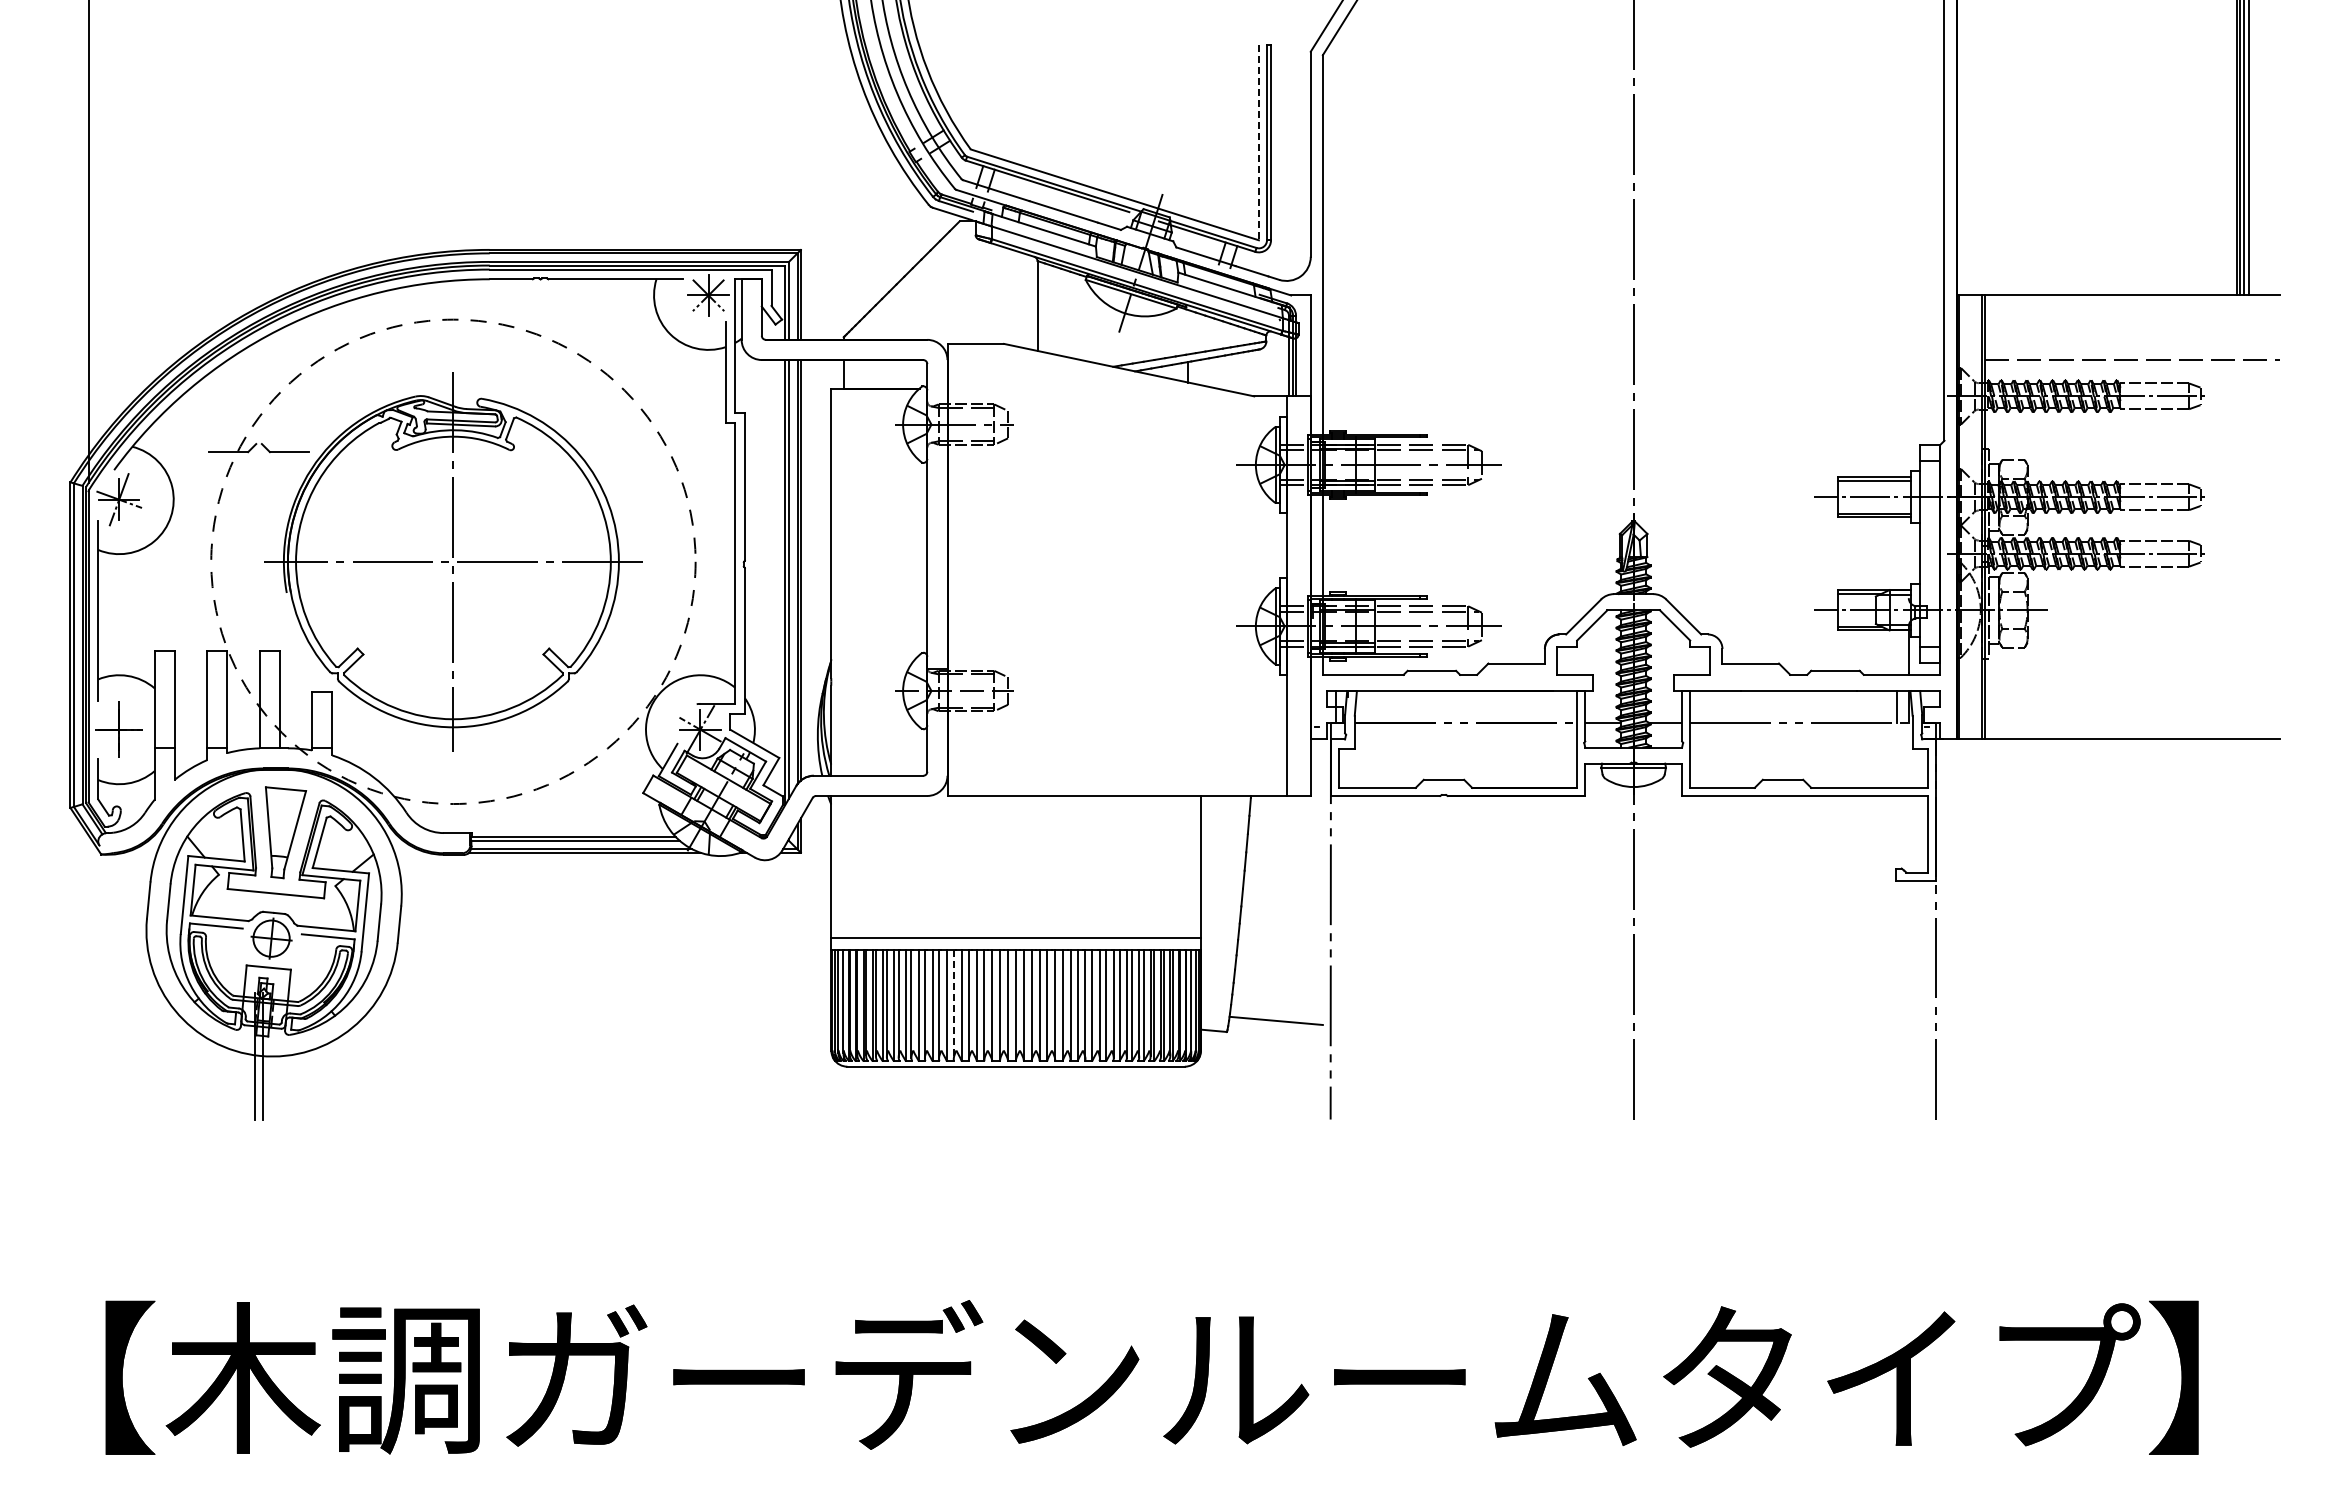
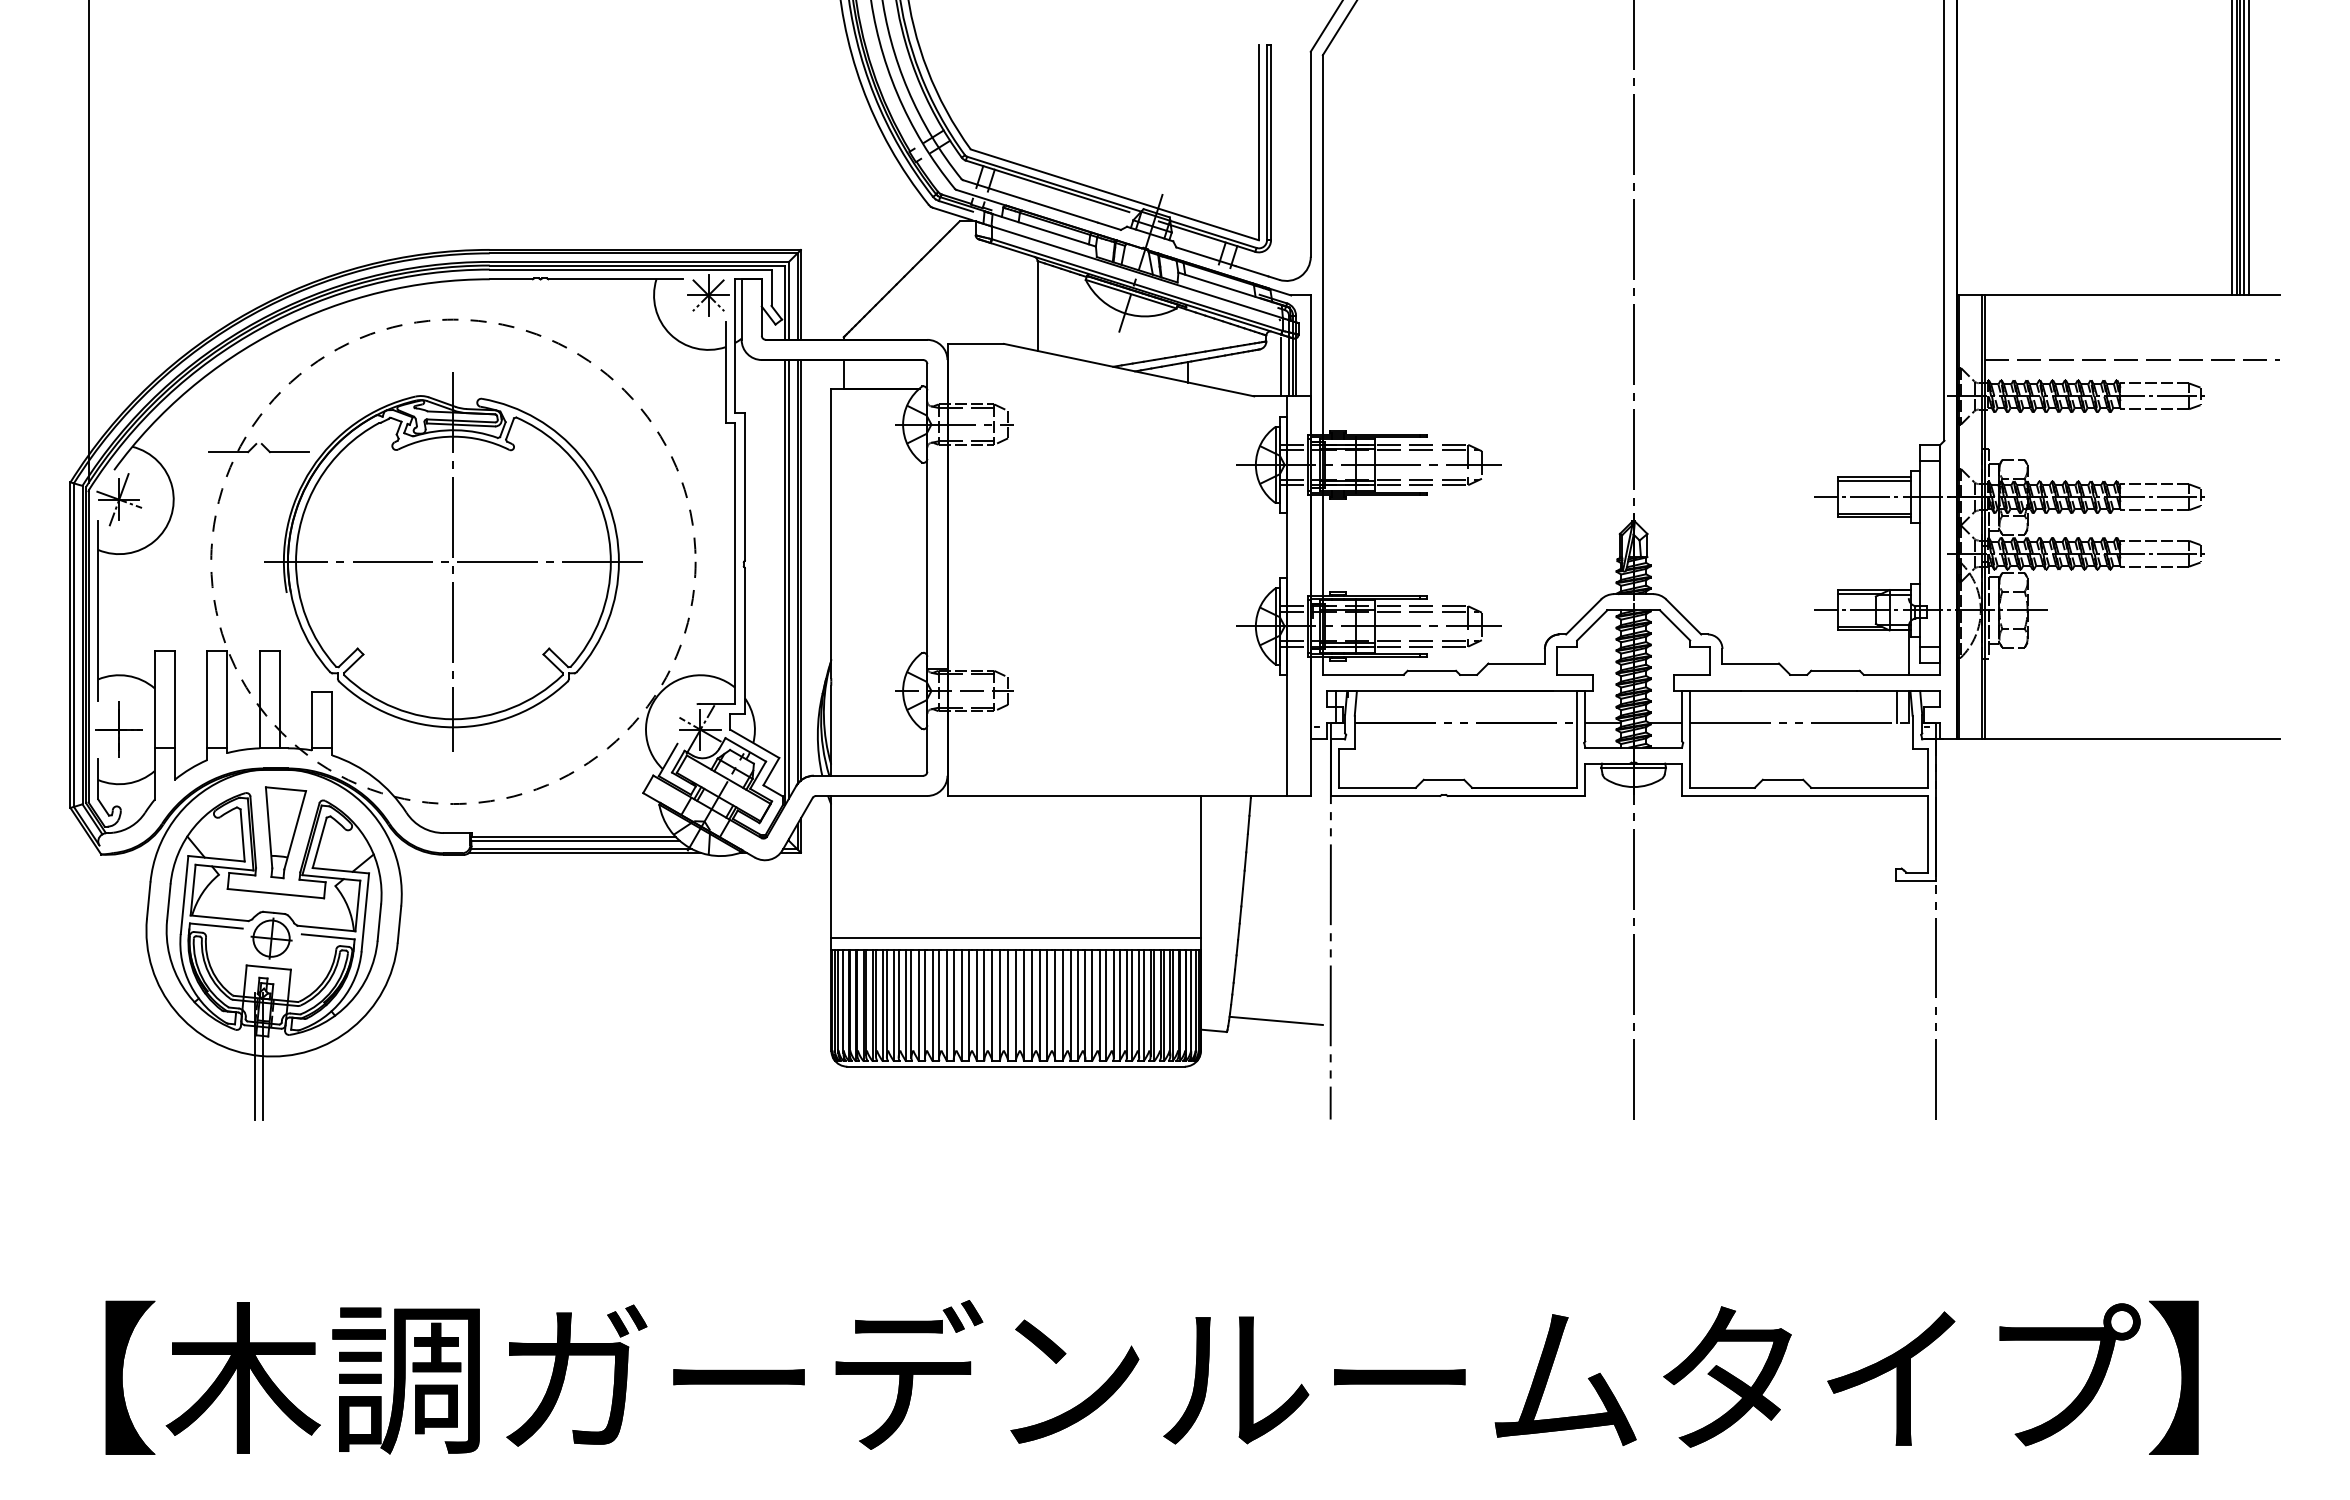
line at (1258, 142): dashed -> solid
line at (2231, 148): none -> present
line at (1280, 367): none -> present
line at (953, 1004): dashed -> solid
